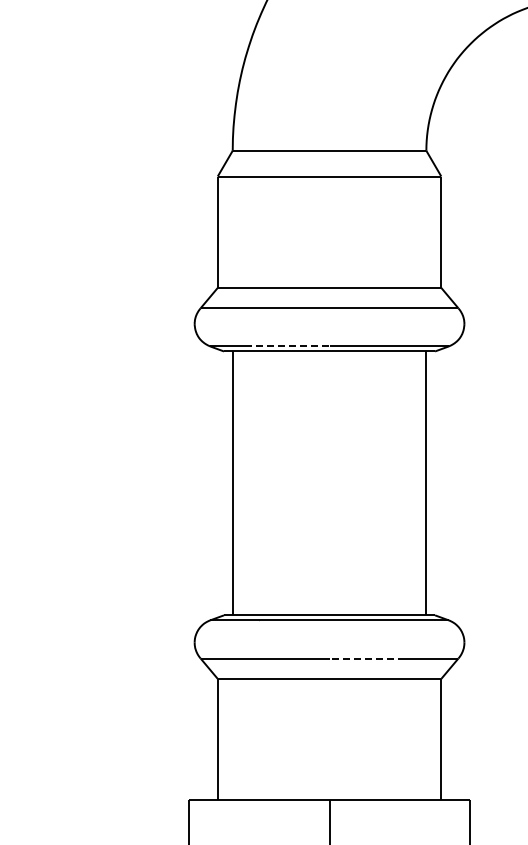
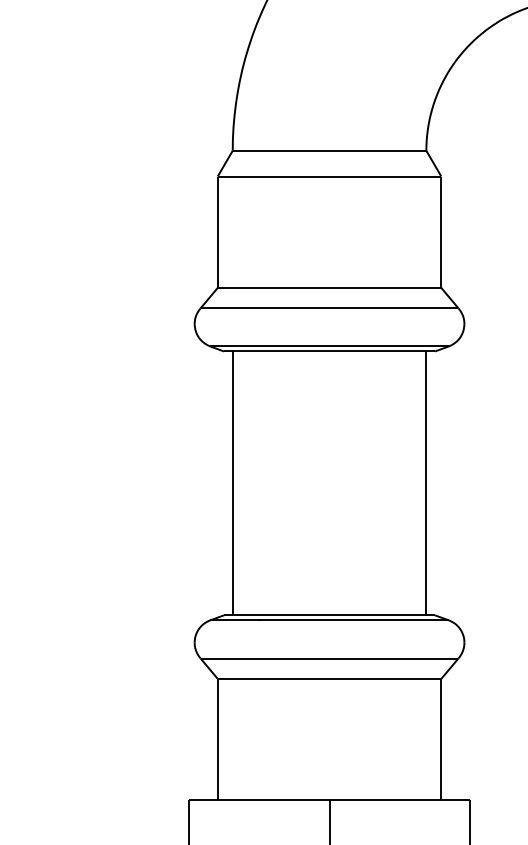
line at (287, 346): dashed -> solid
line at (367, 658): dashed -> solid
